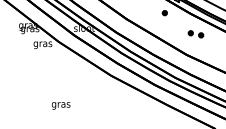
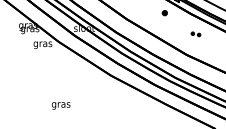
part at (195, 34) size: 18x9 px -> 12x7 px
